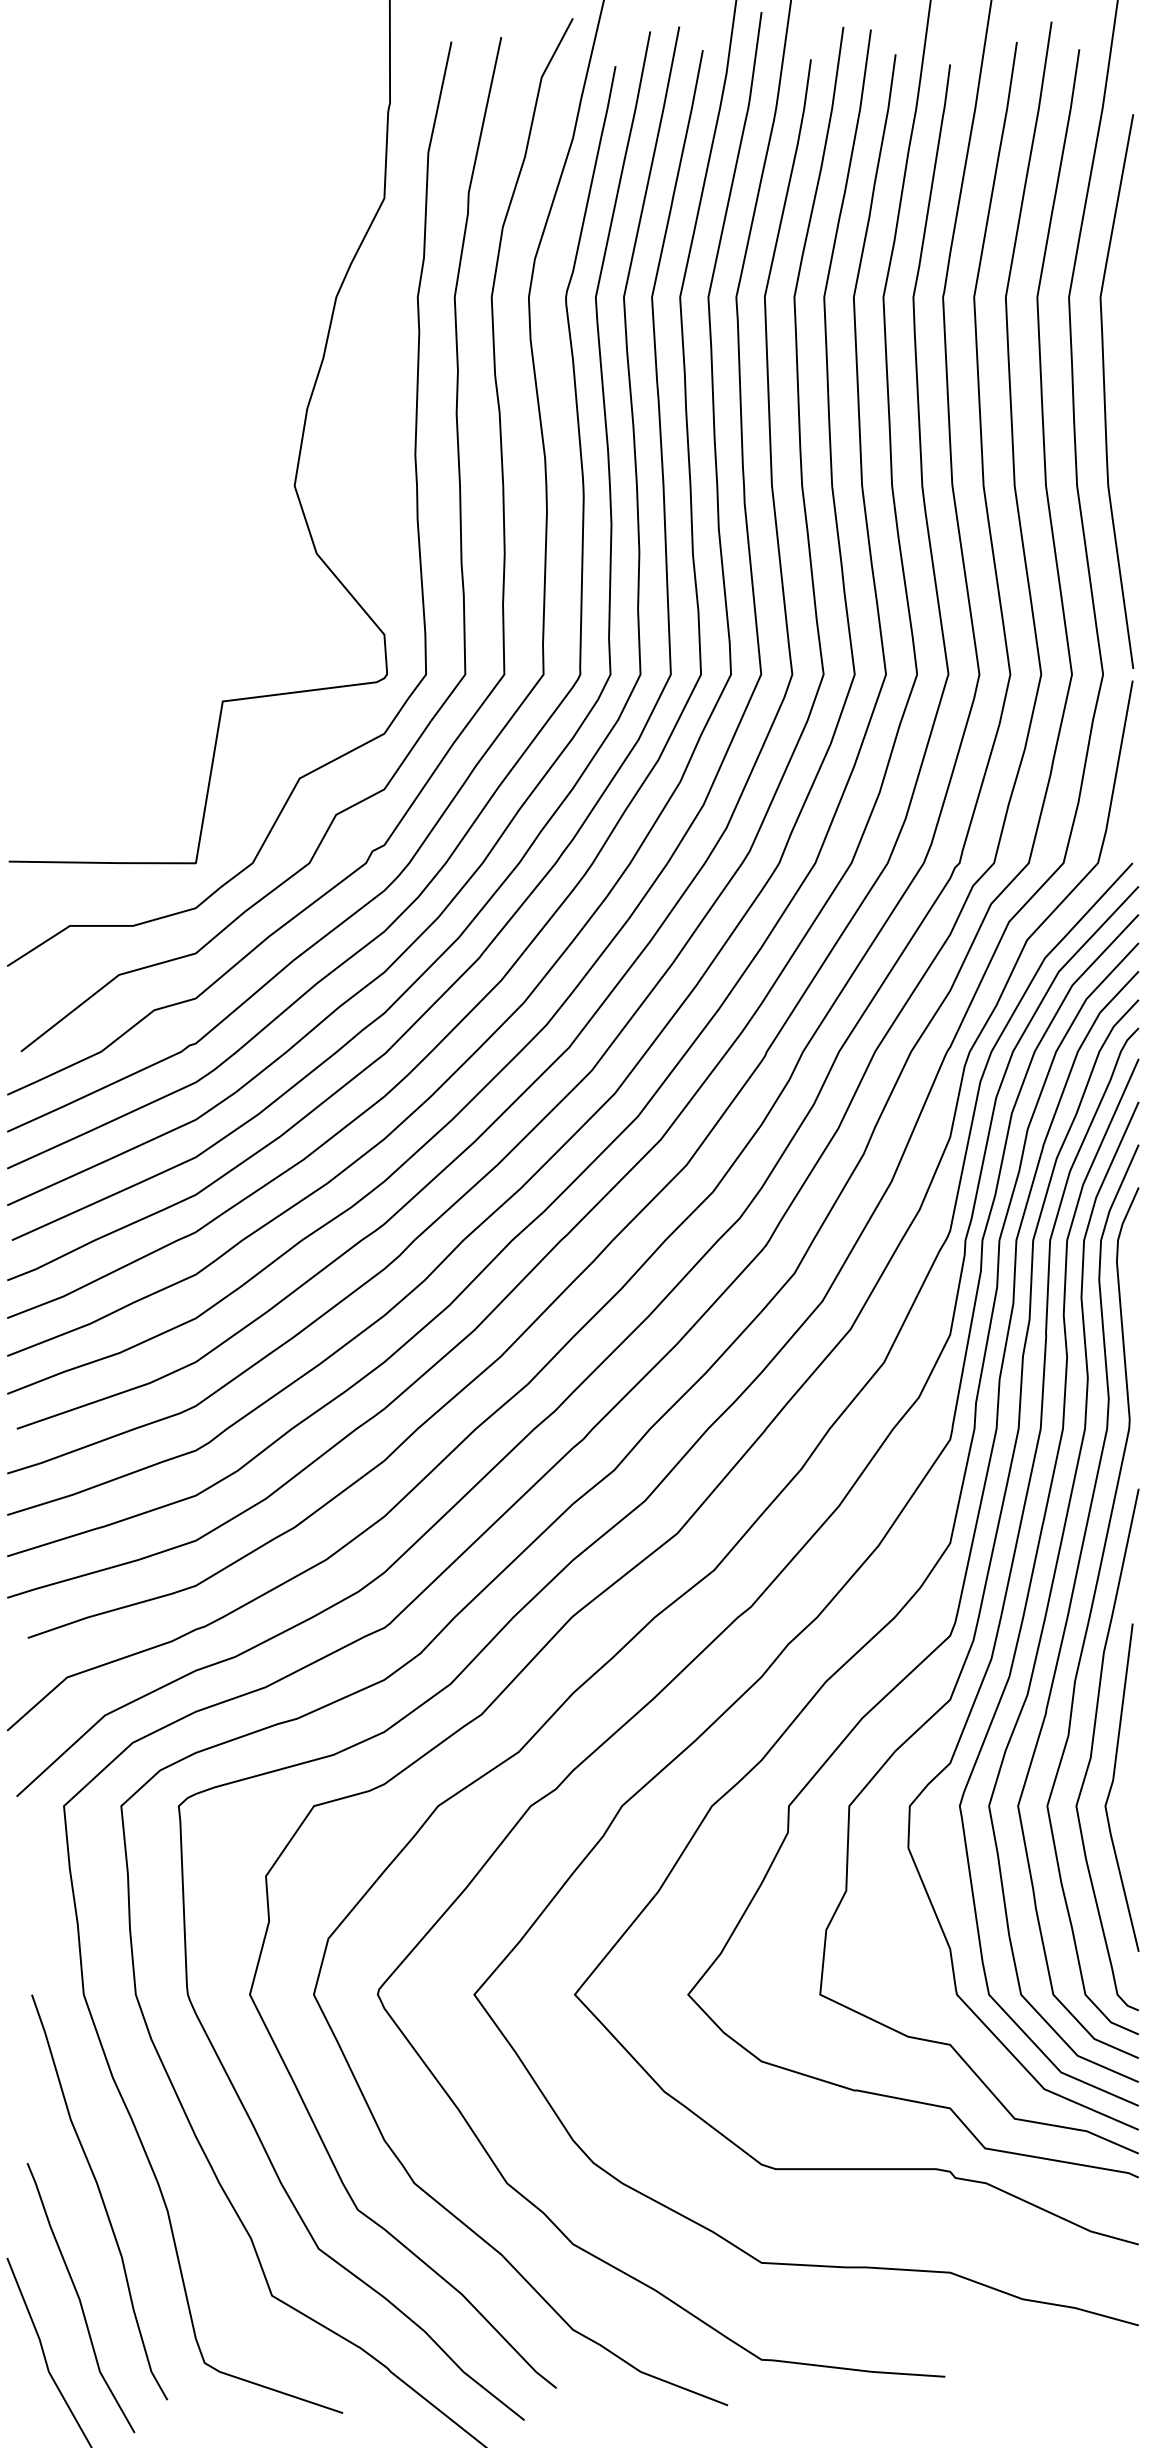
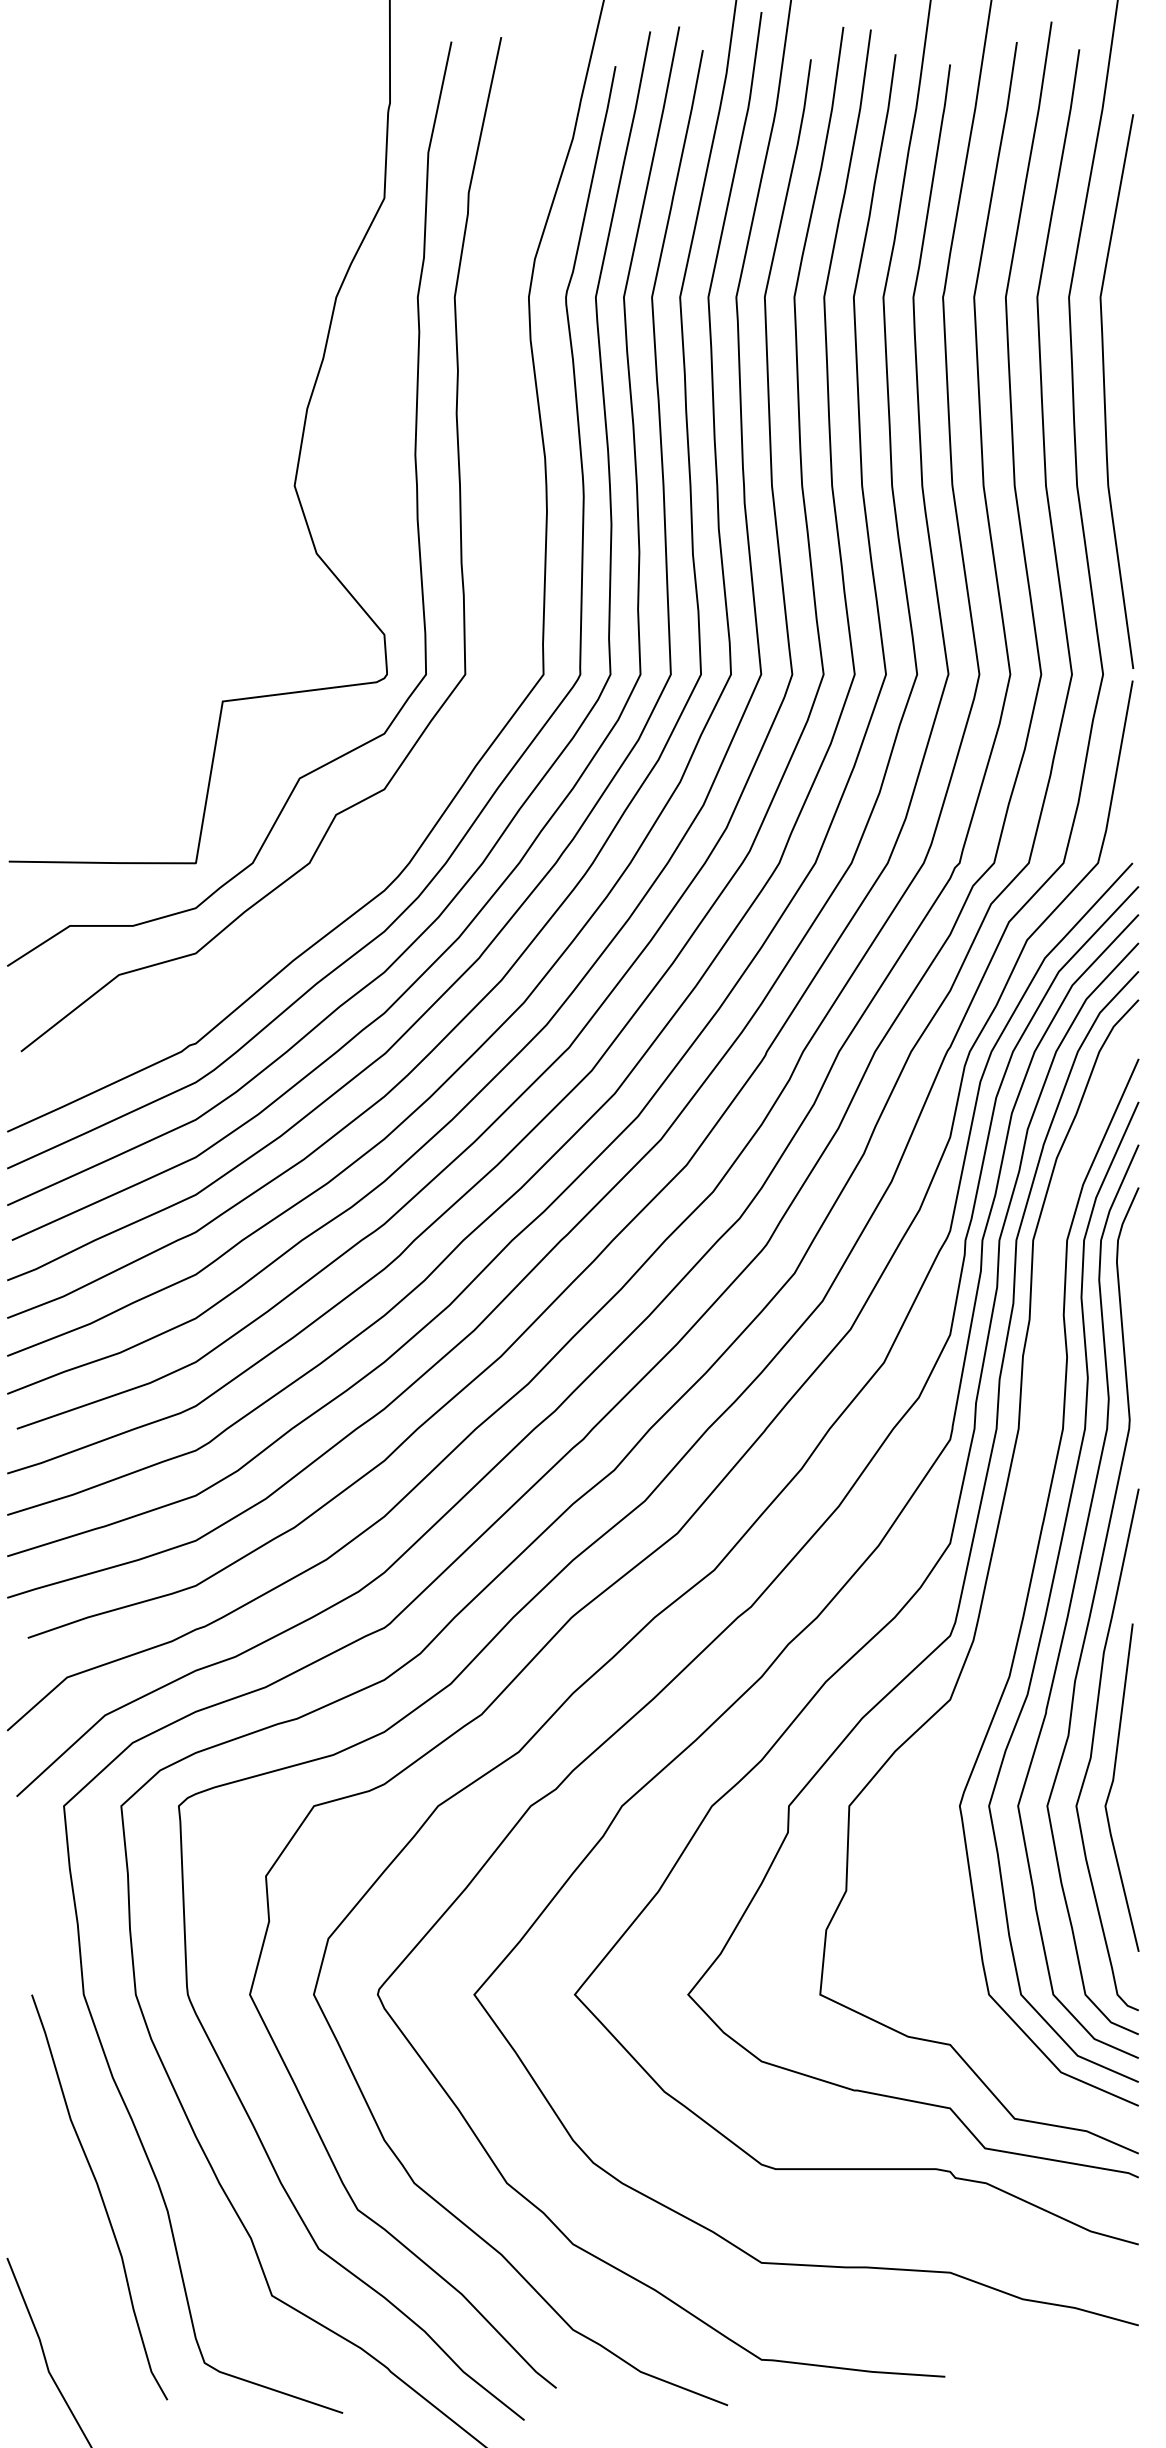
curve at (503, 556): present -> none
curve at (1011, 1573): present -> none
curve at (80, 2298): present -> none
